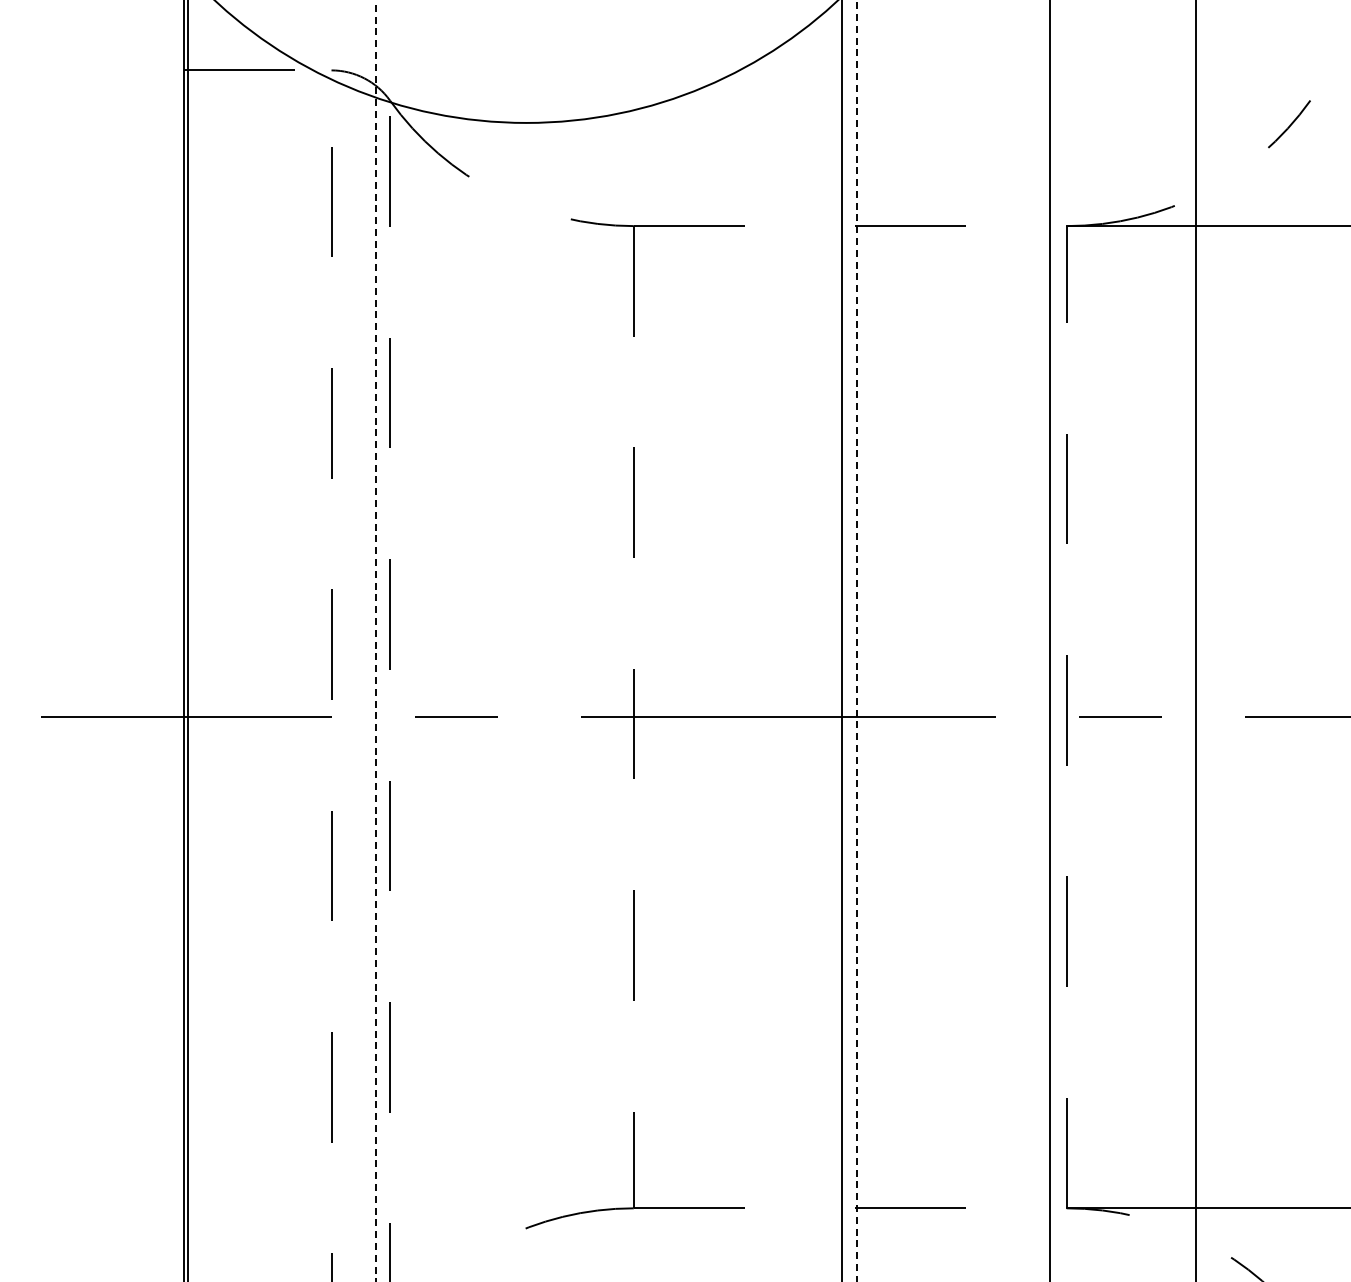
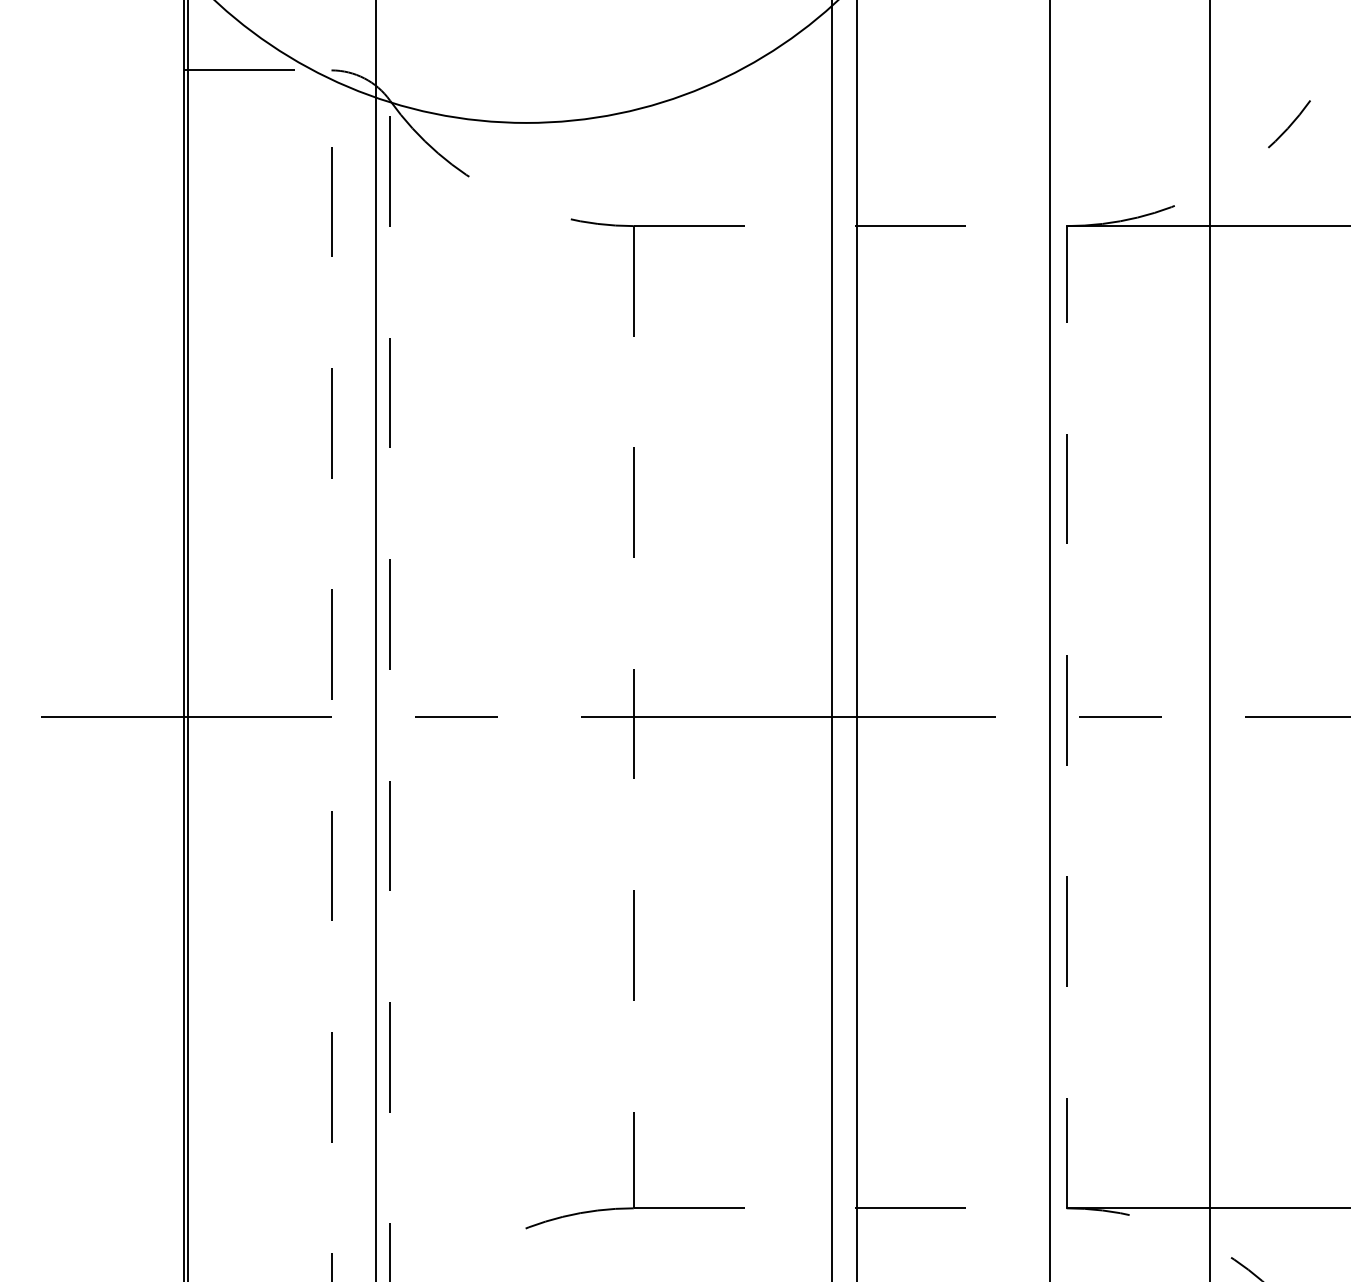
line at (841, 640) position: (841, 640) -> (831, 640)
line at (1196, 640) position: (1196, 640) -> (1210, 640)
line at (375, 641): dashed -> solid
line at (857, 641): dashed -> solid
